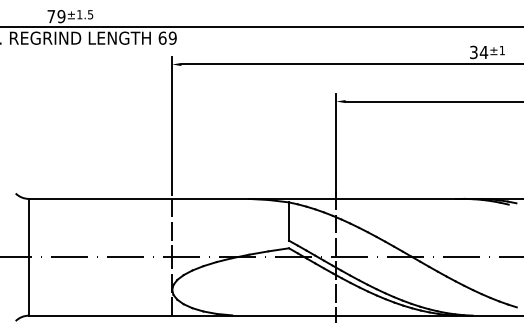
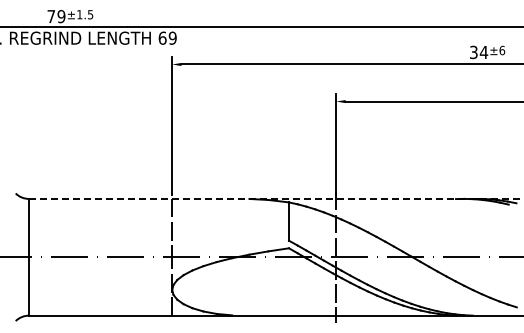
text at (502, 50): ±1 -> ±6
line at (276, 198): solid -> dashed
